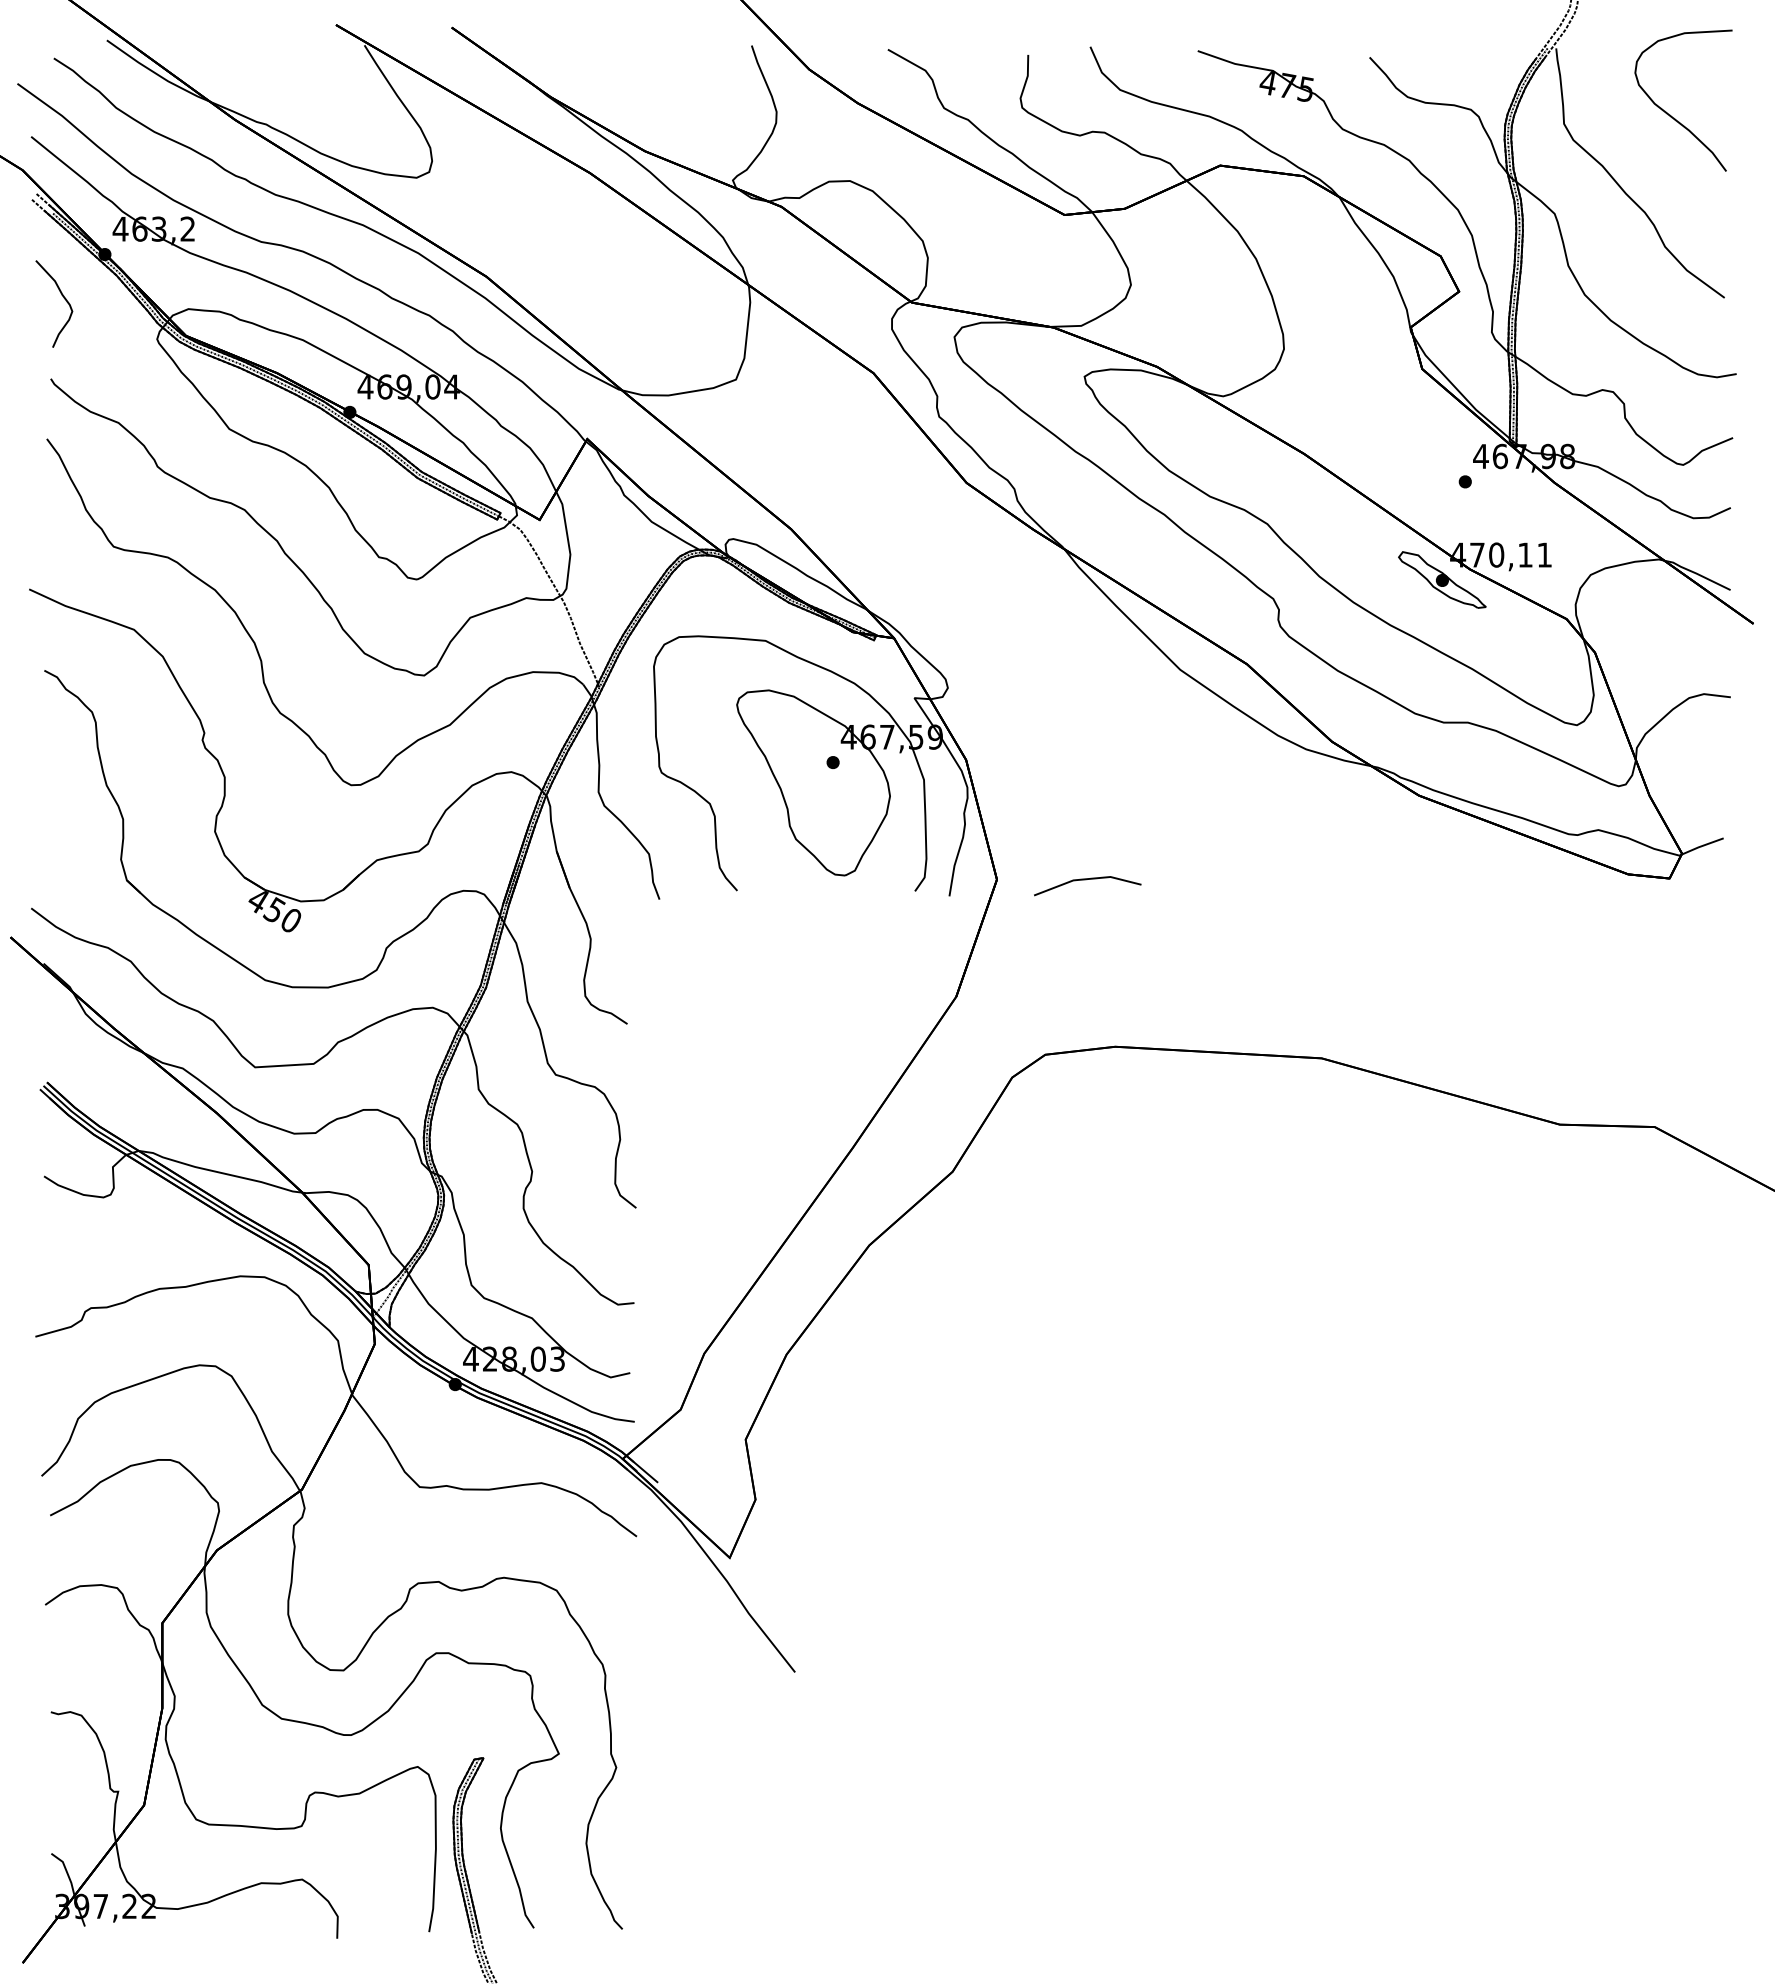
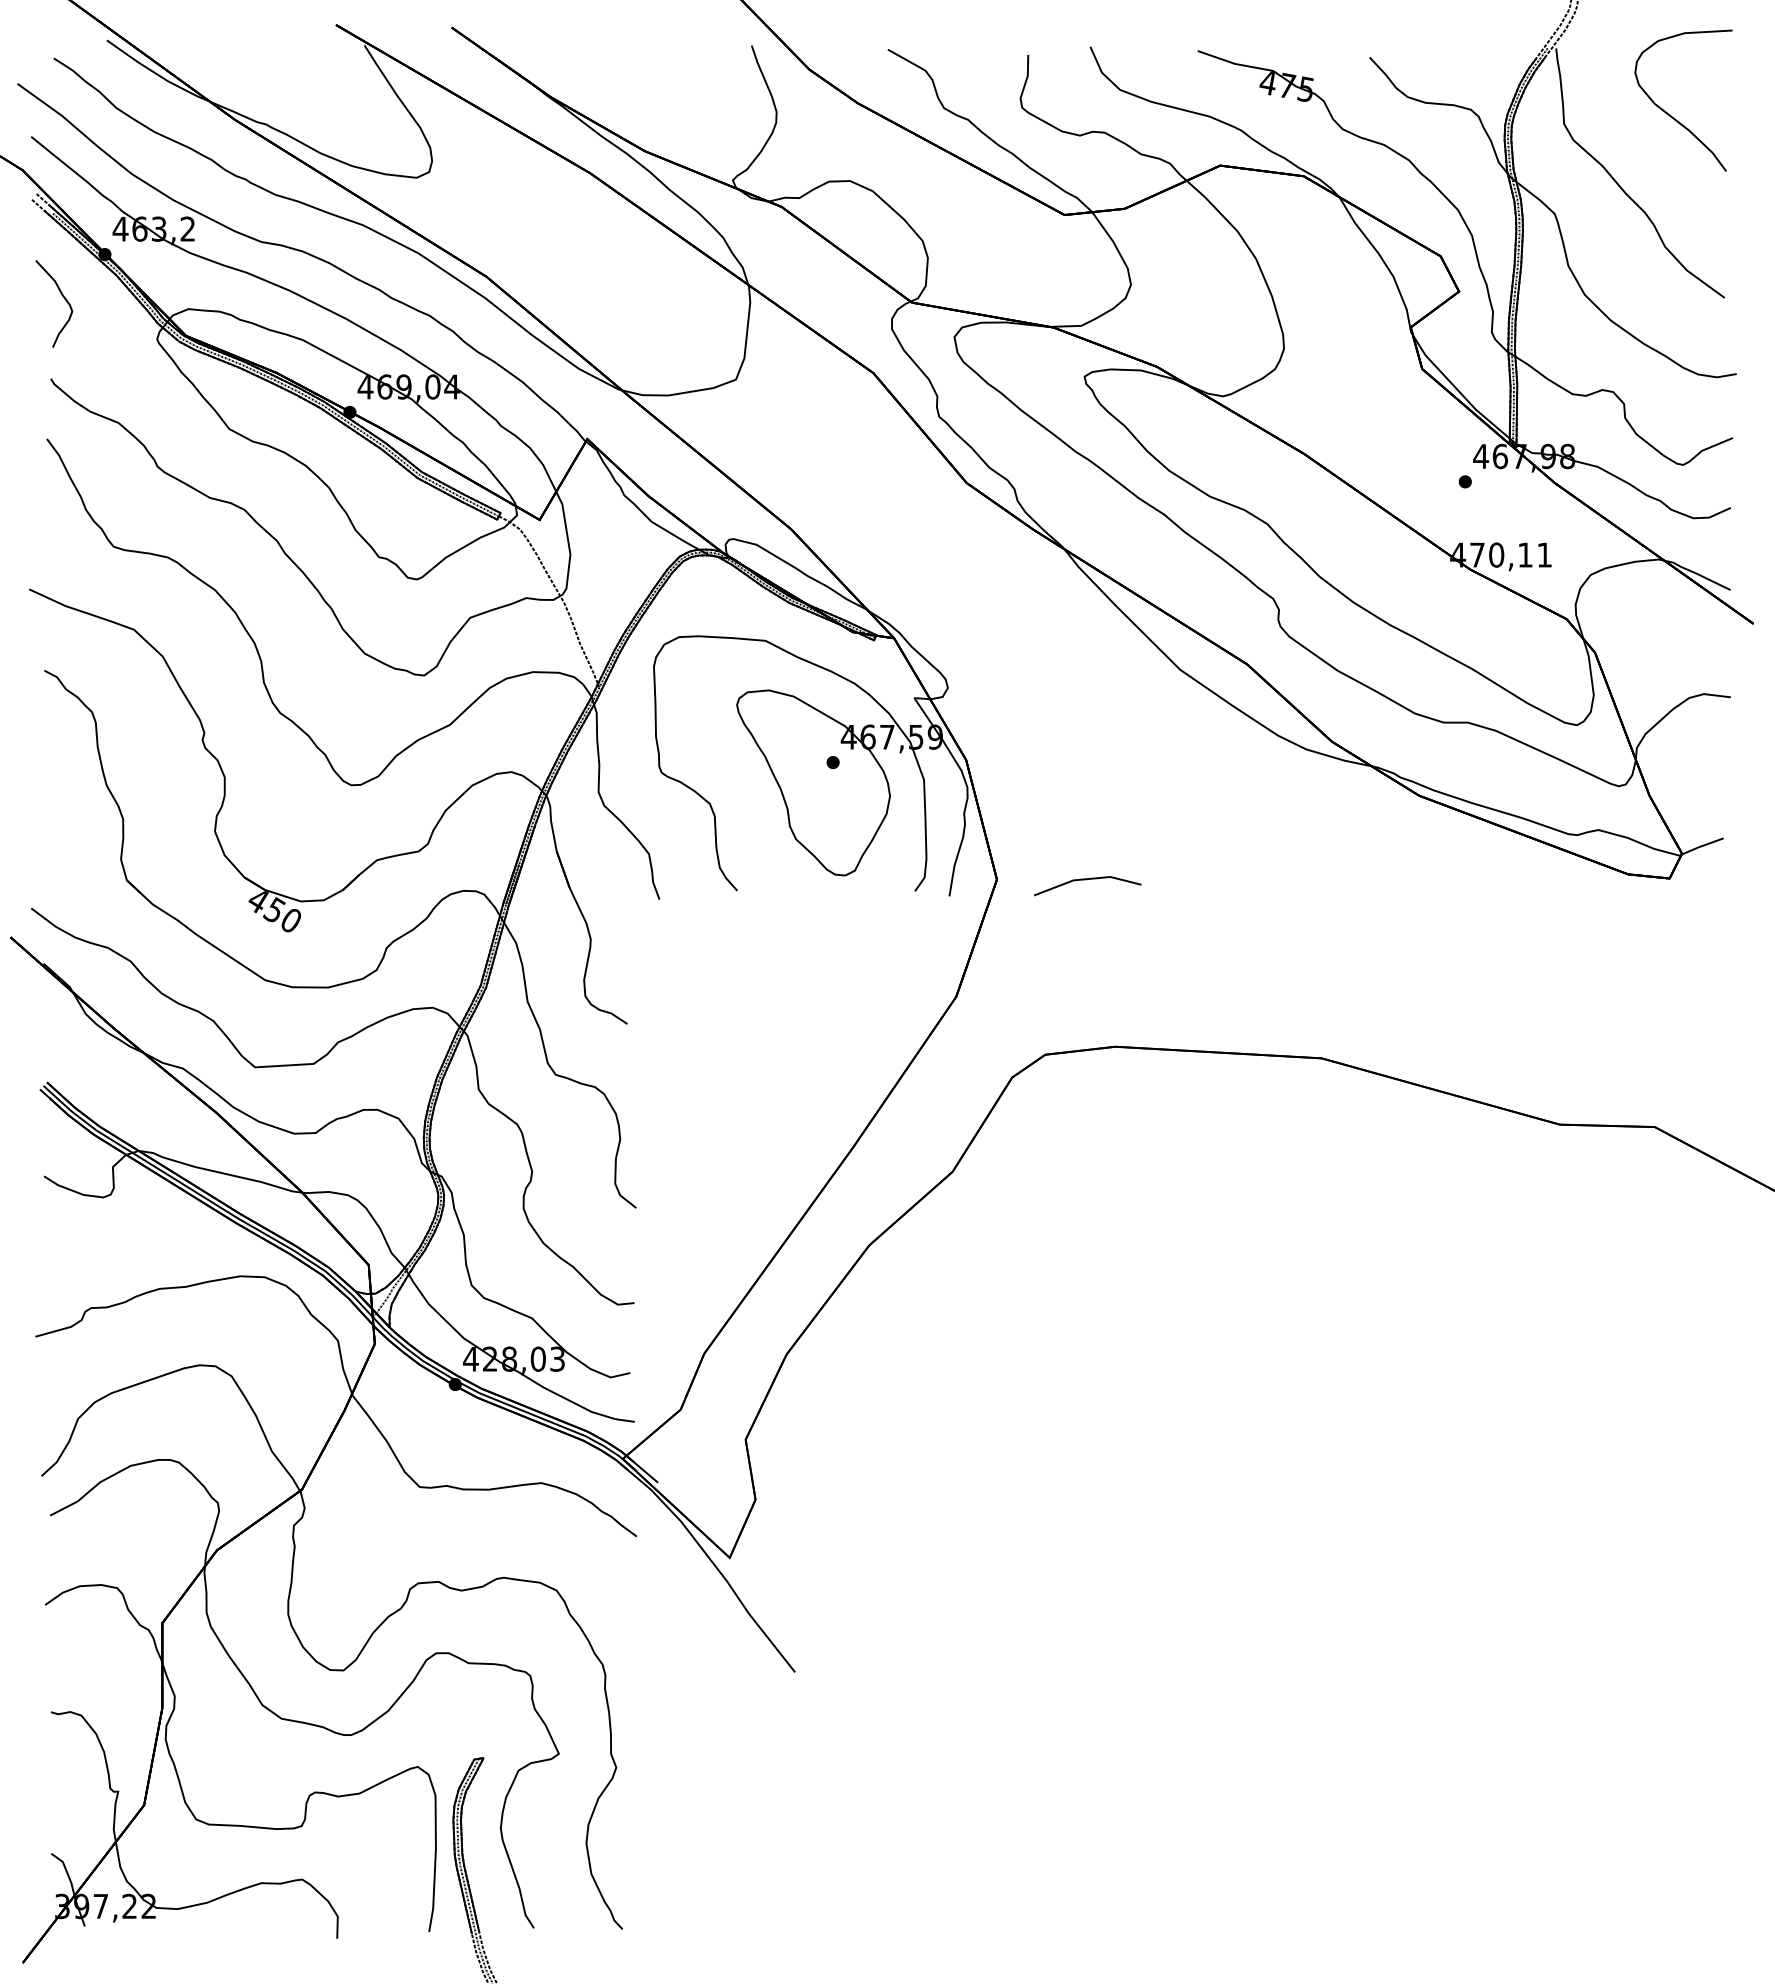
part at (1442, 579): present -> none
